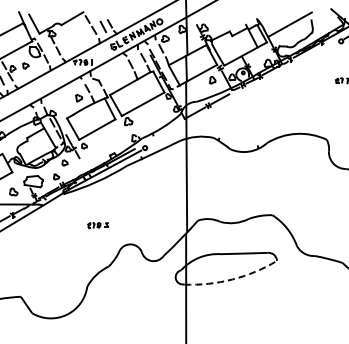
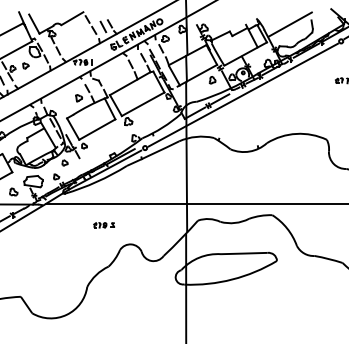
line at (242, 94): none -> present
line at (195, 204): none -> present
part at (98, 225) position: (98, 225) -> (104, 225)
arc at (232, 279): dashed -> solid
